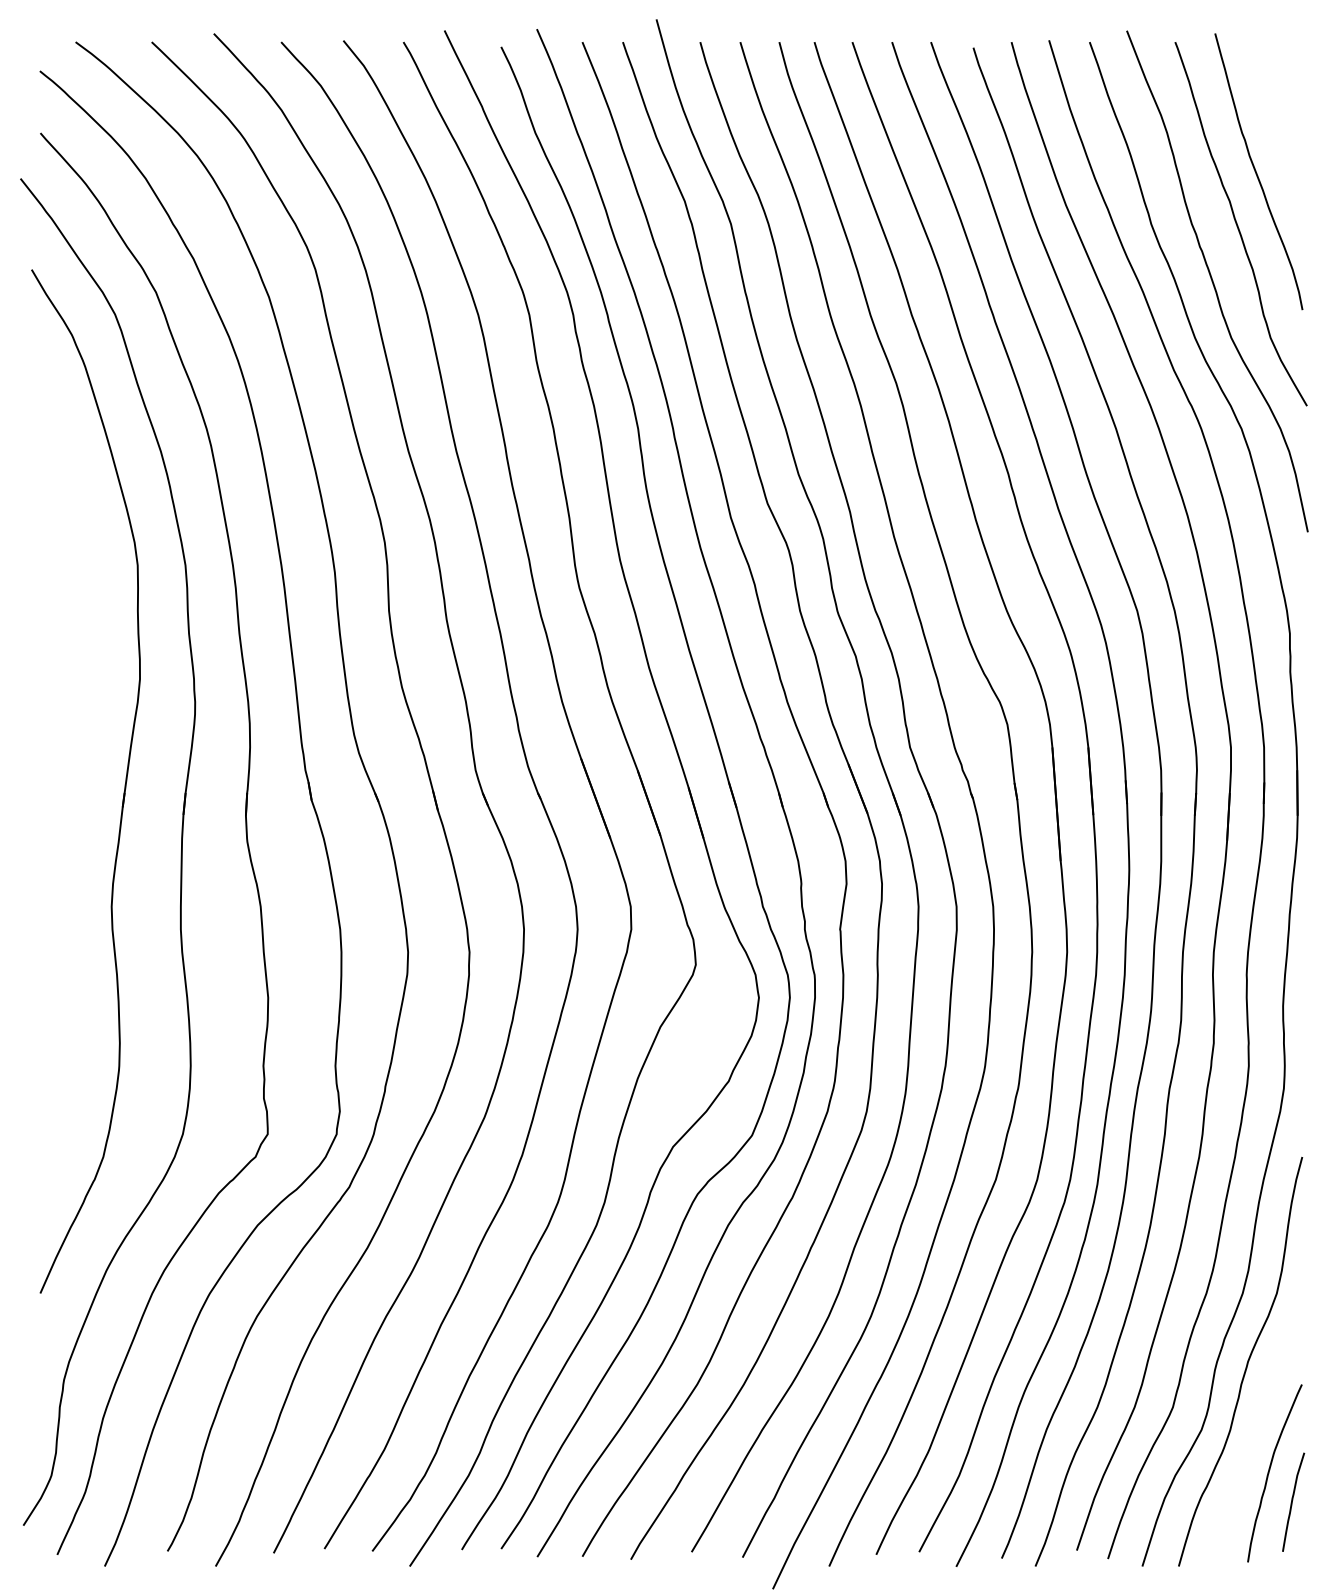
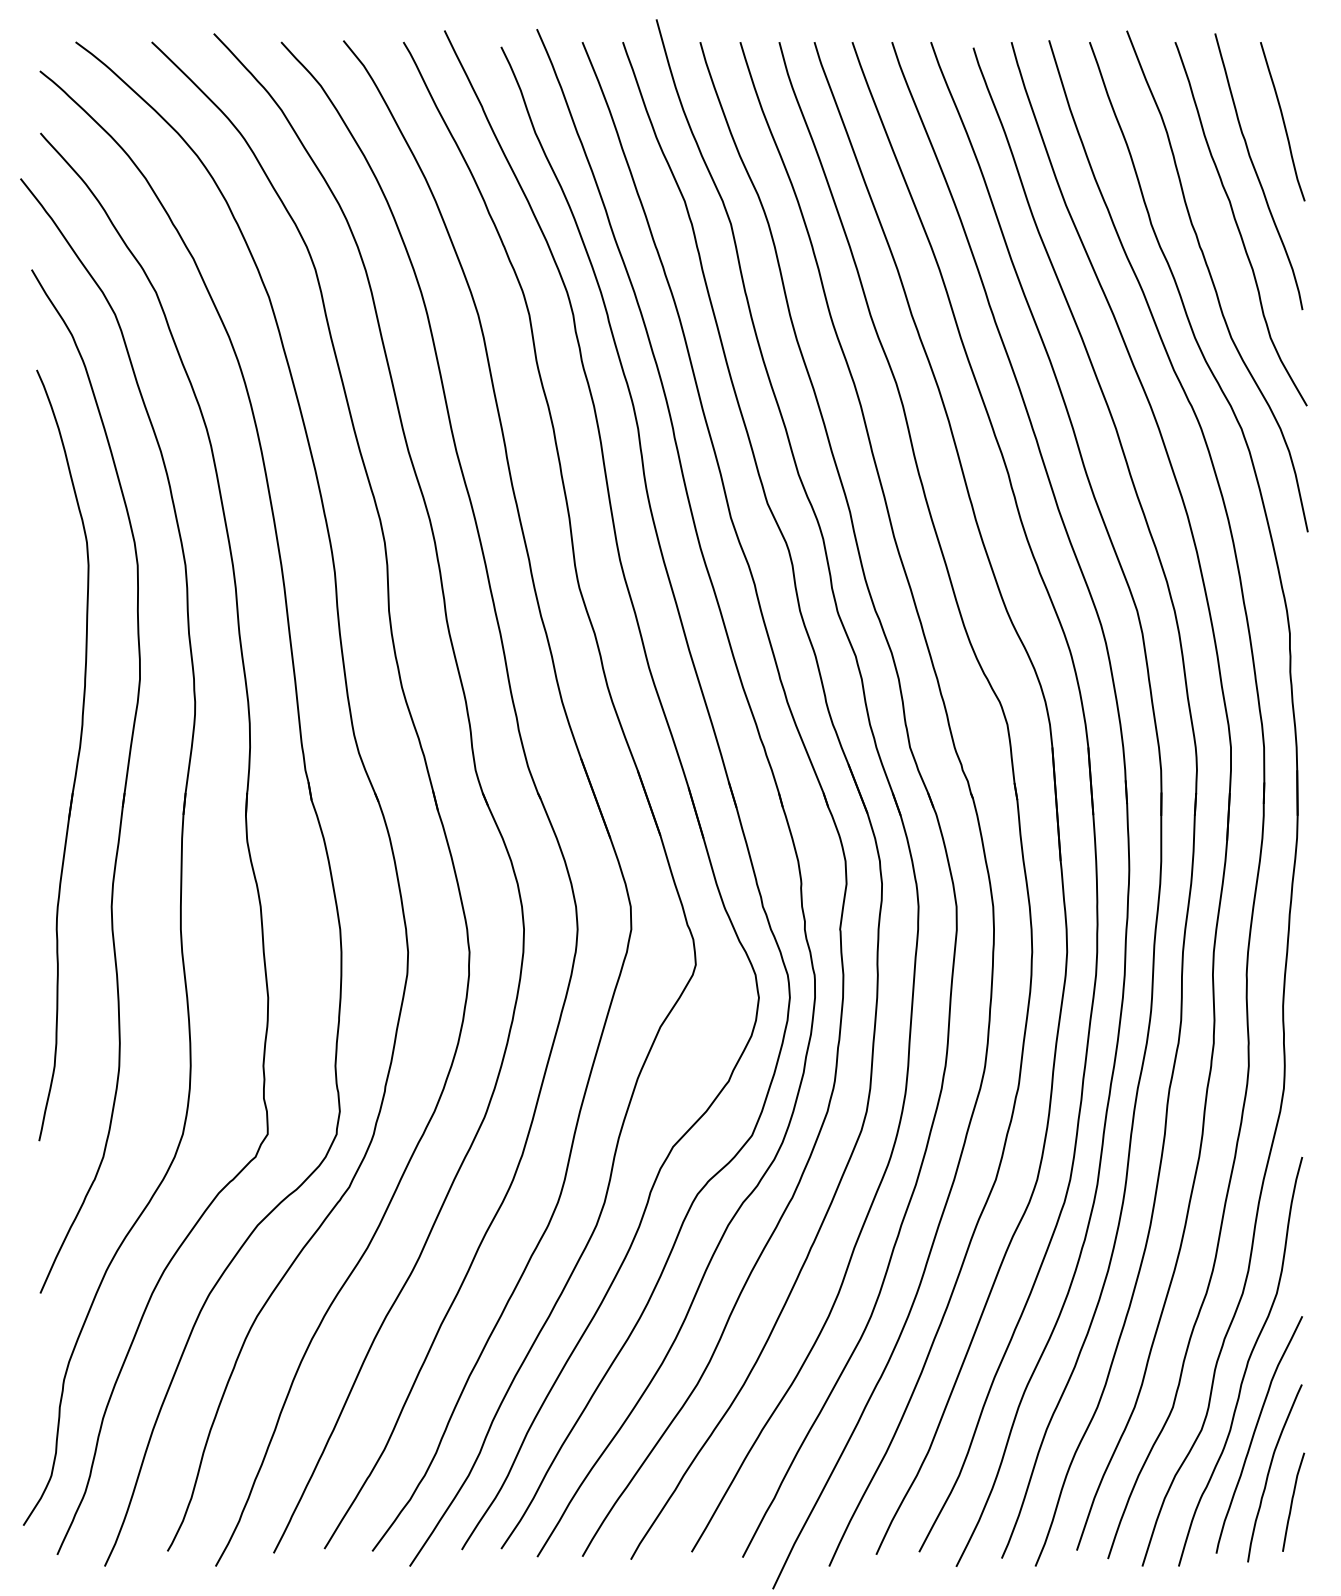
curve at (1282, 121): none -> present
part at (77, 755): none -> present
curve at (1255, 1432): none -> present
